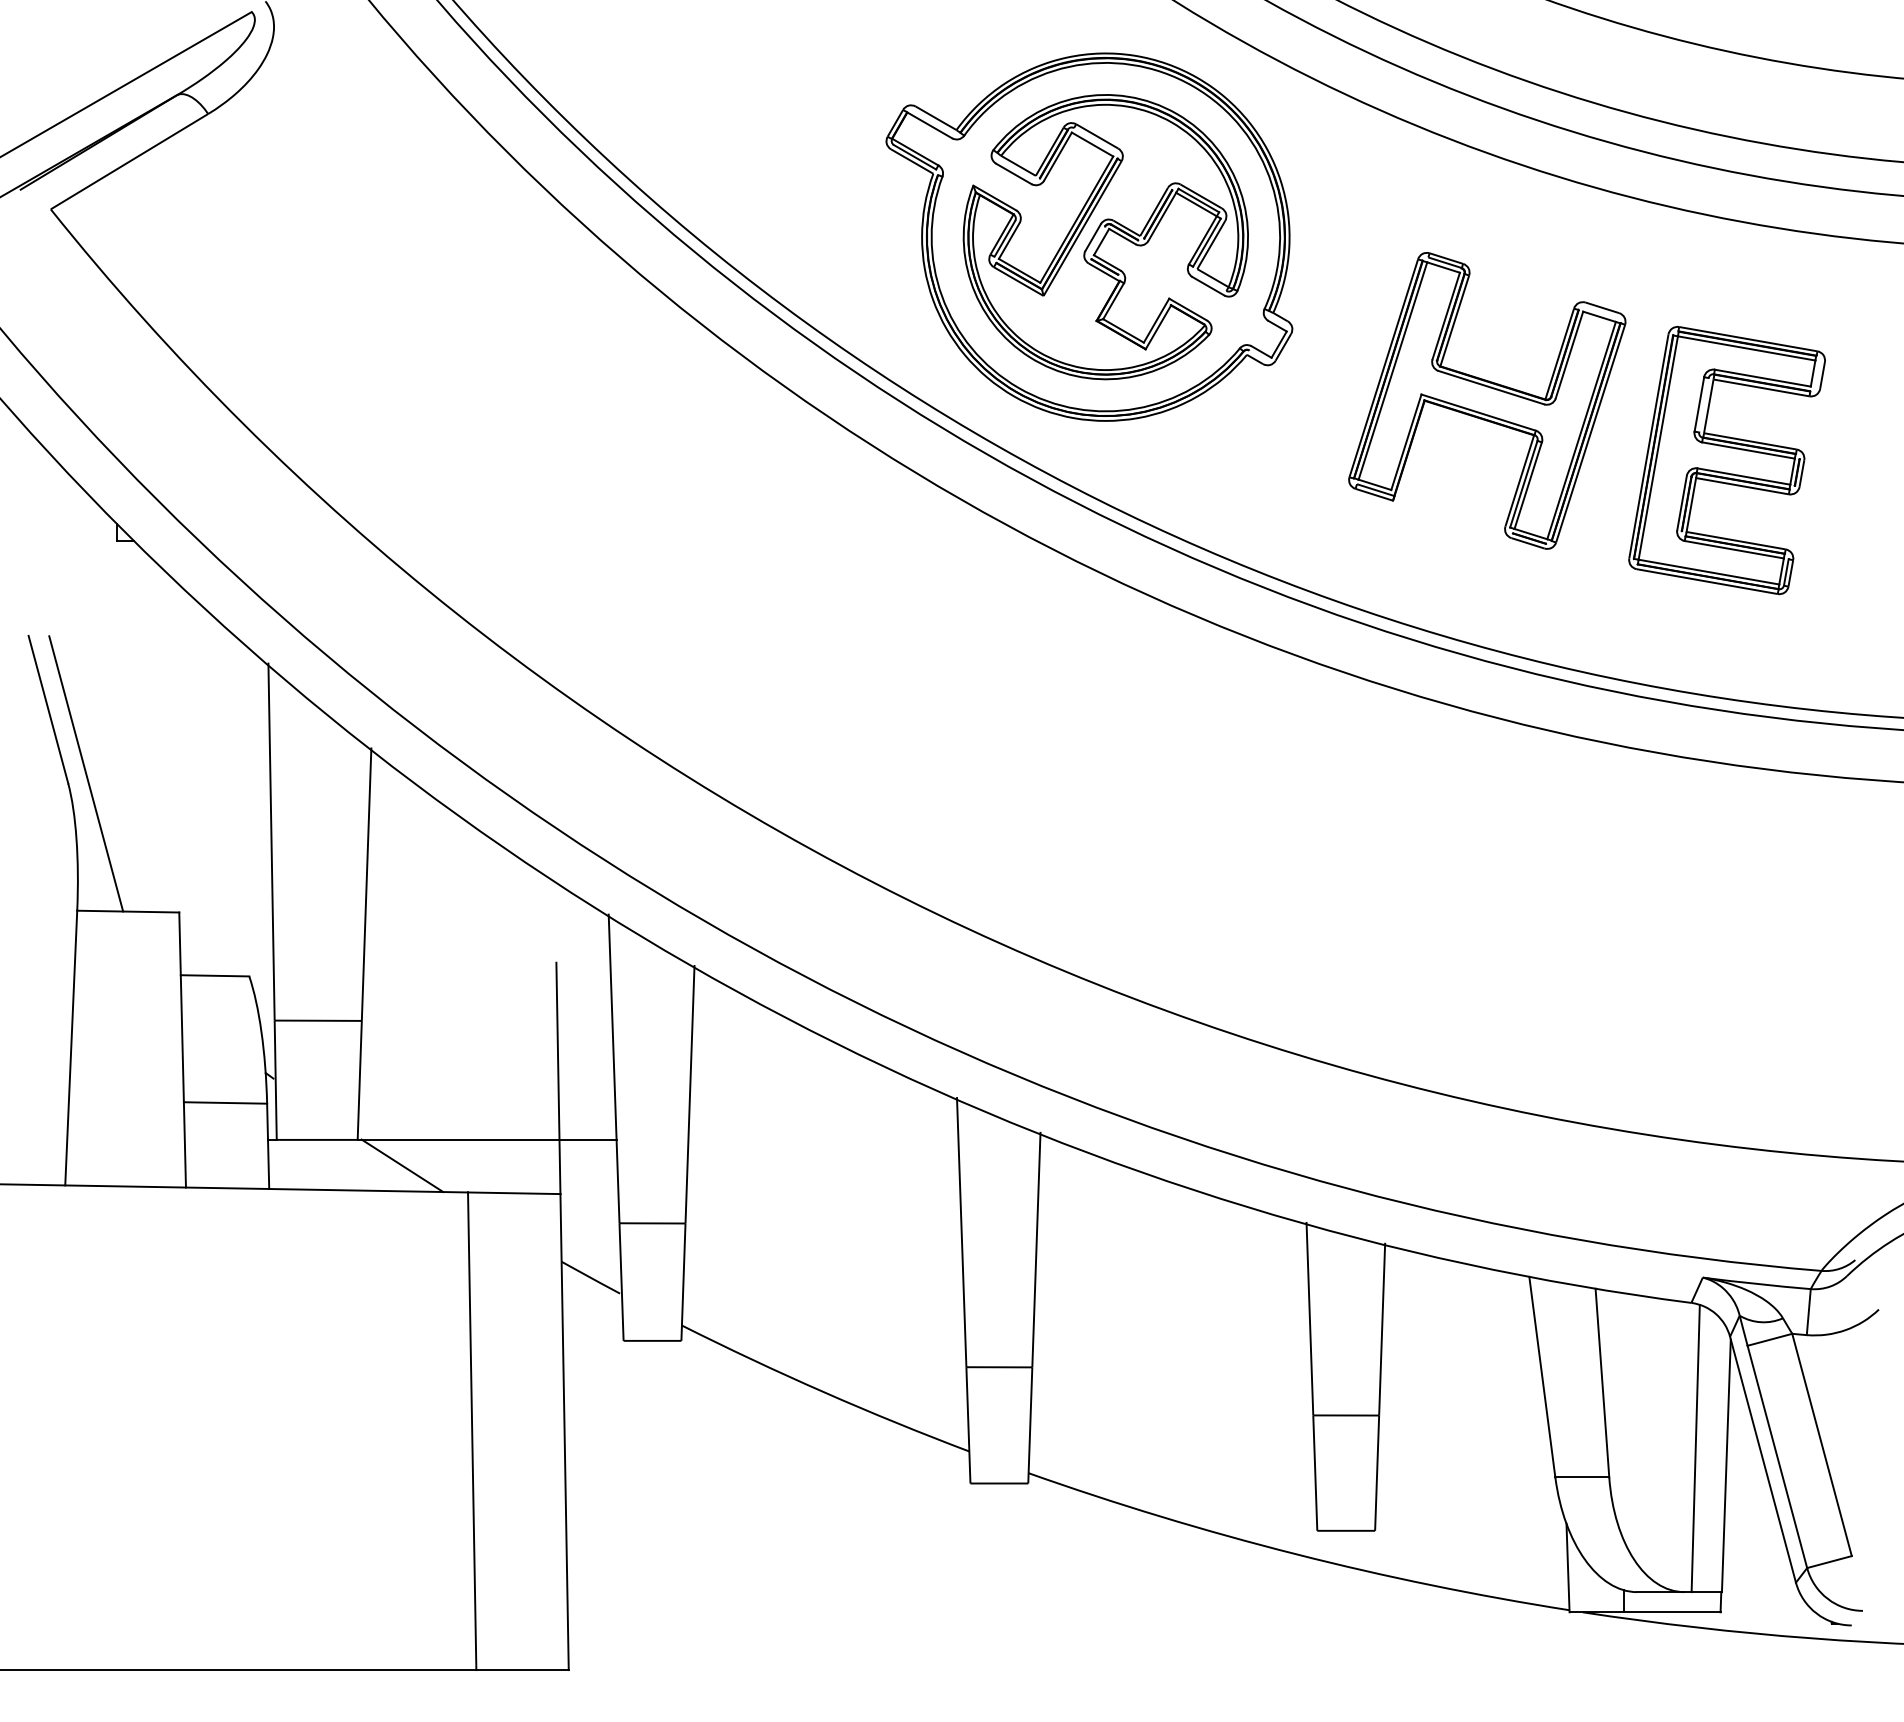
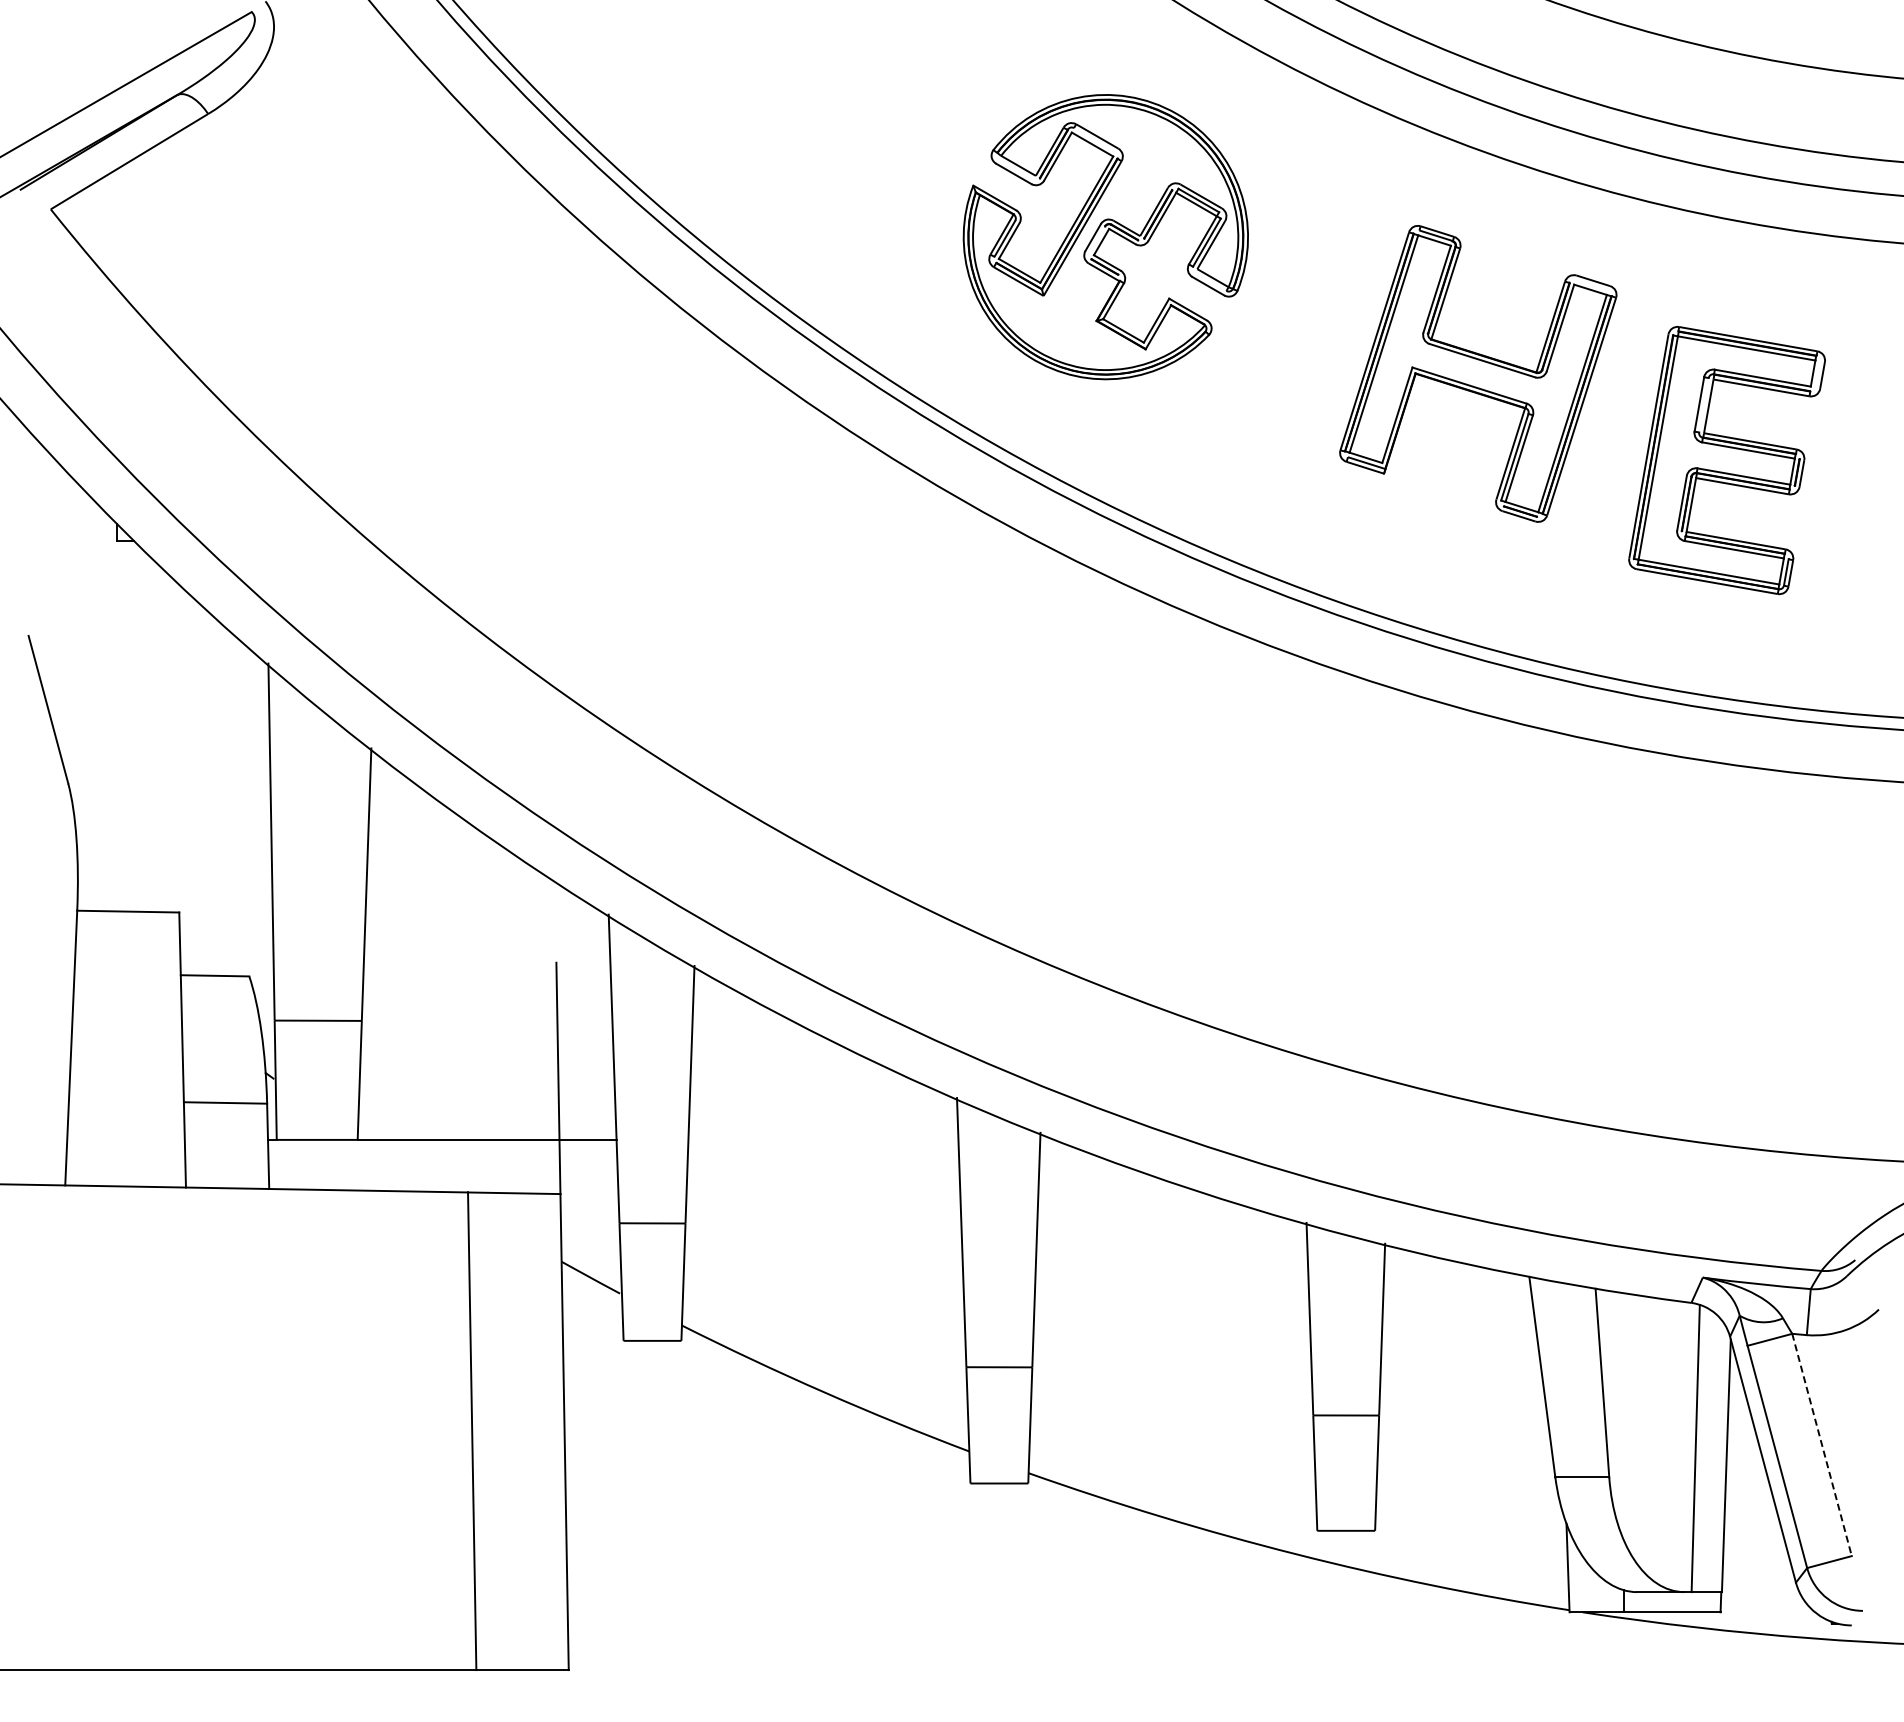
part at (1089, 236): present -> none
part at (1487, 400) position: (1487, 400) -> (1478, 373)
line at (86, 773): present -> none
line at (402, 1165): present -> none
line at (1822, 1445): solid -> dashed
